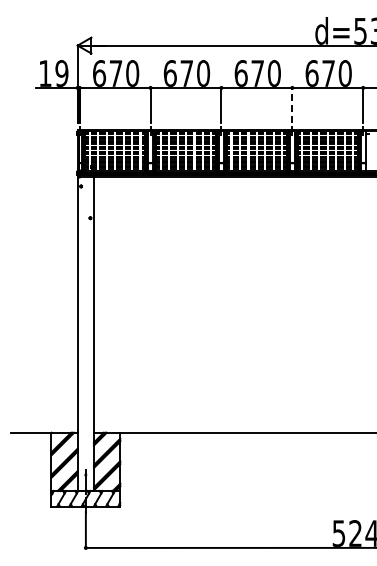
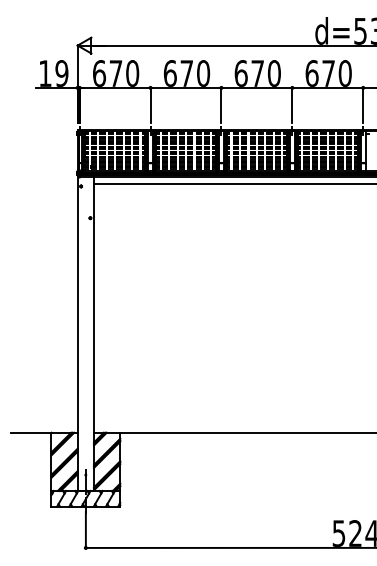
line at (292, 105): dashed -> solid
line at (233, 183): none -> present
